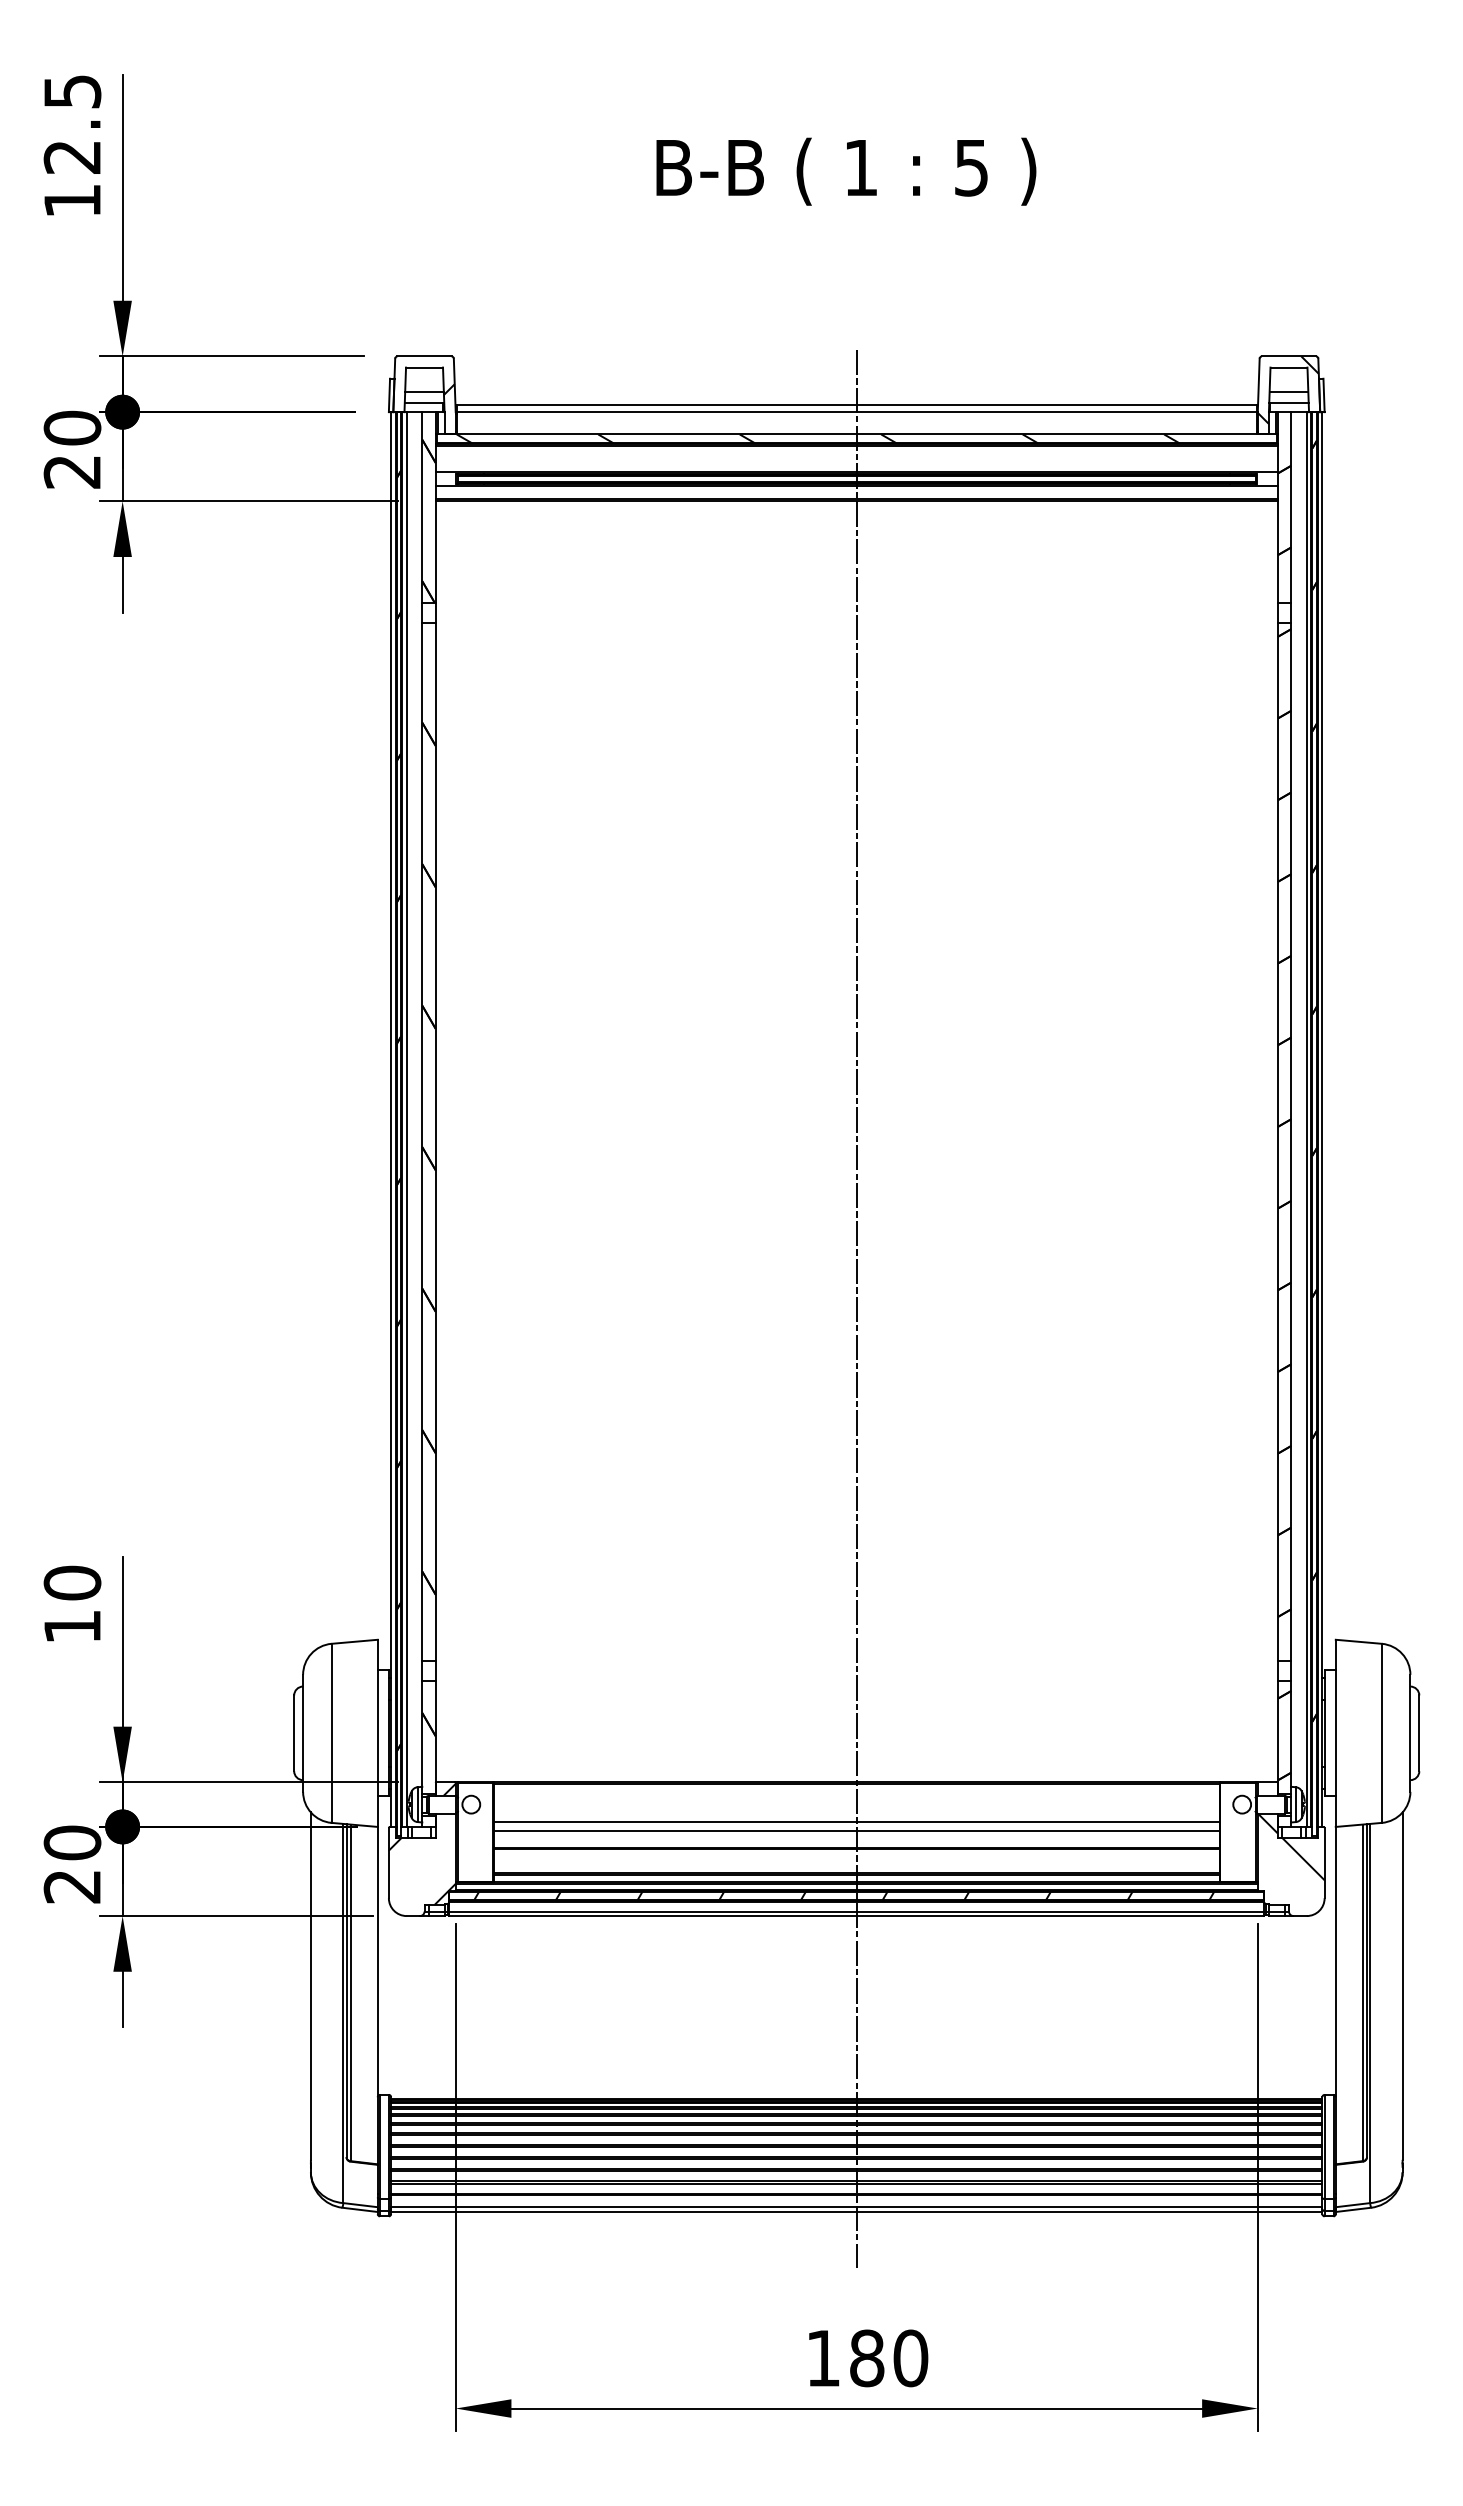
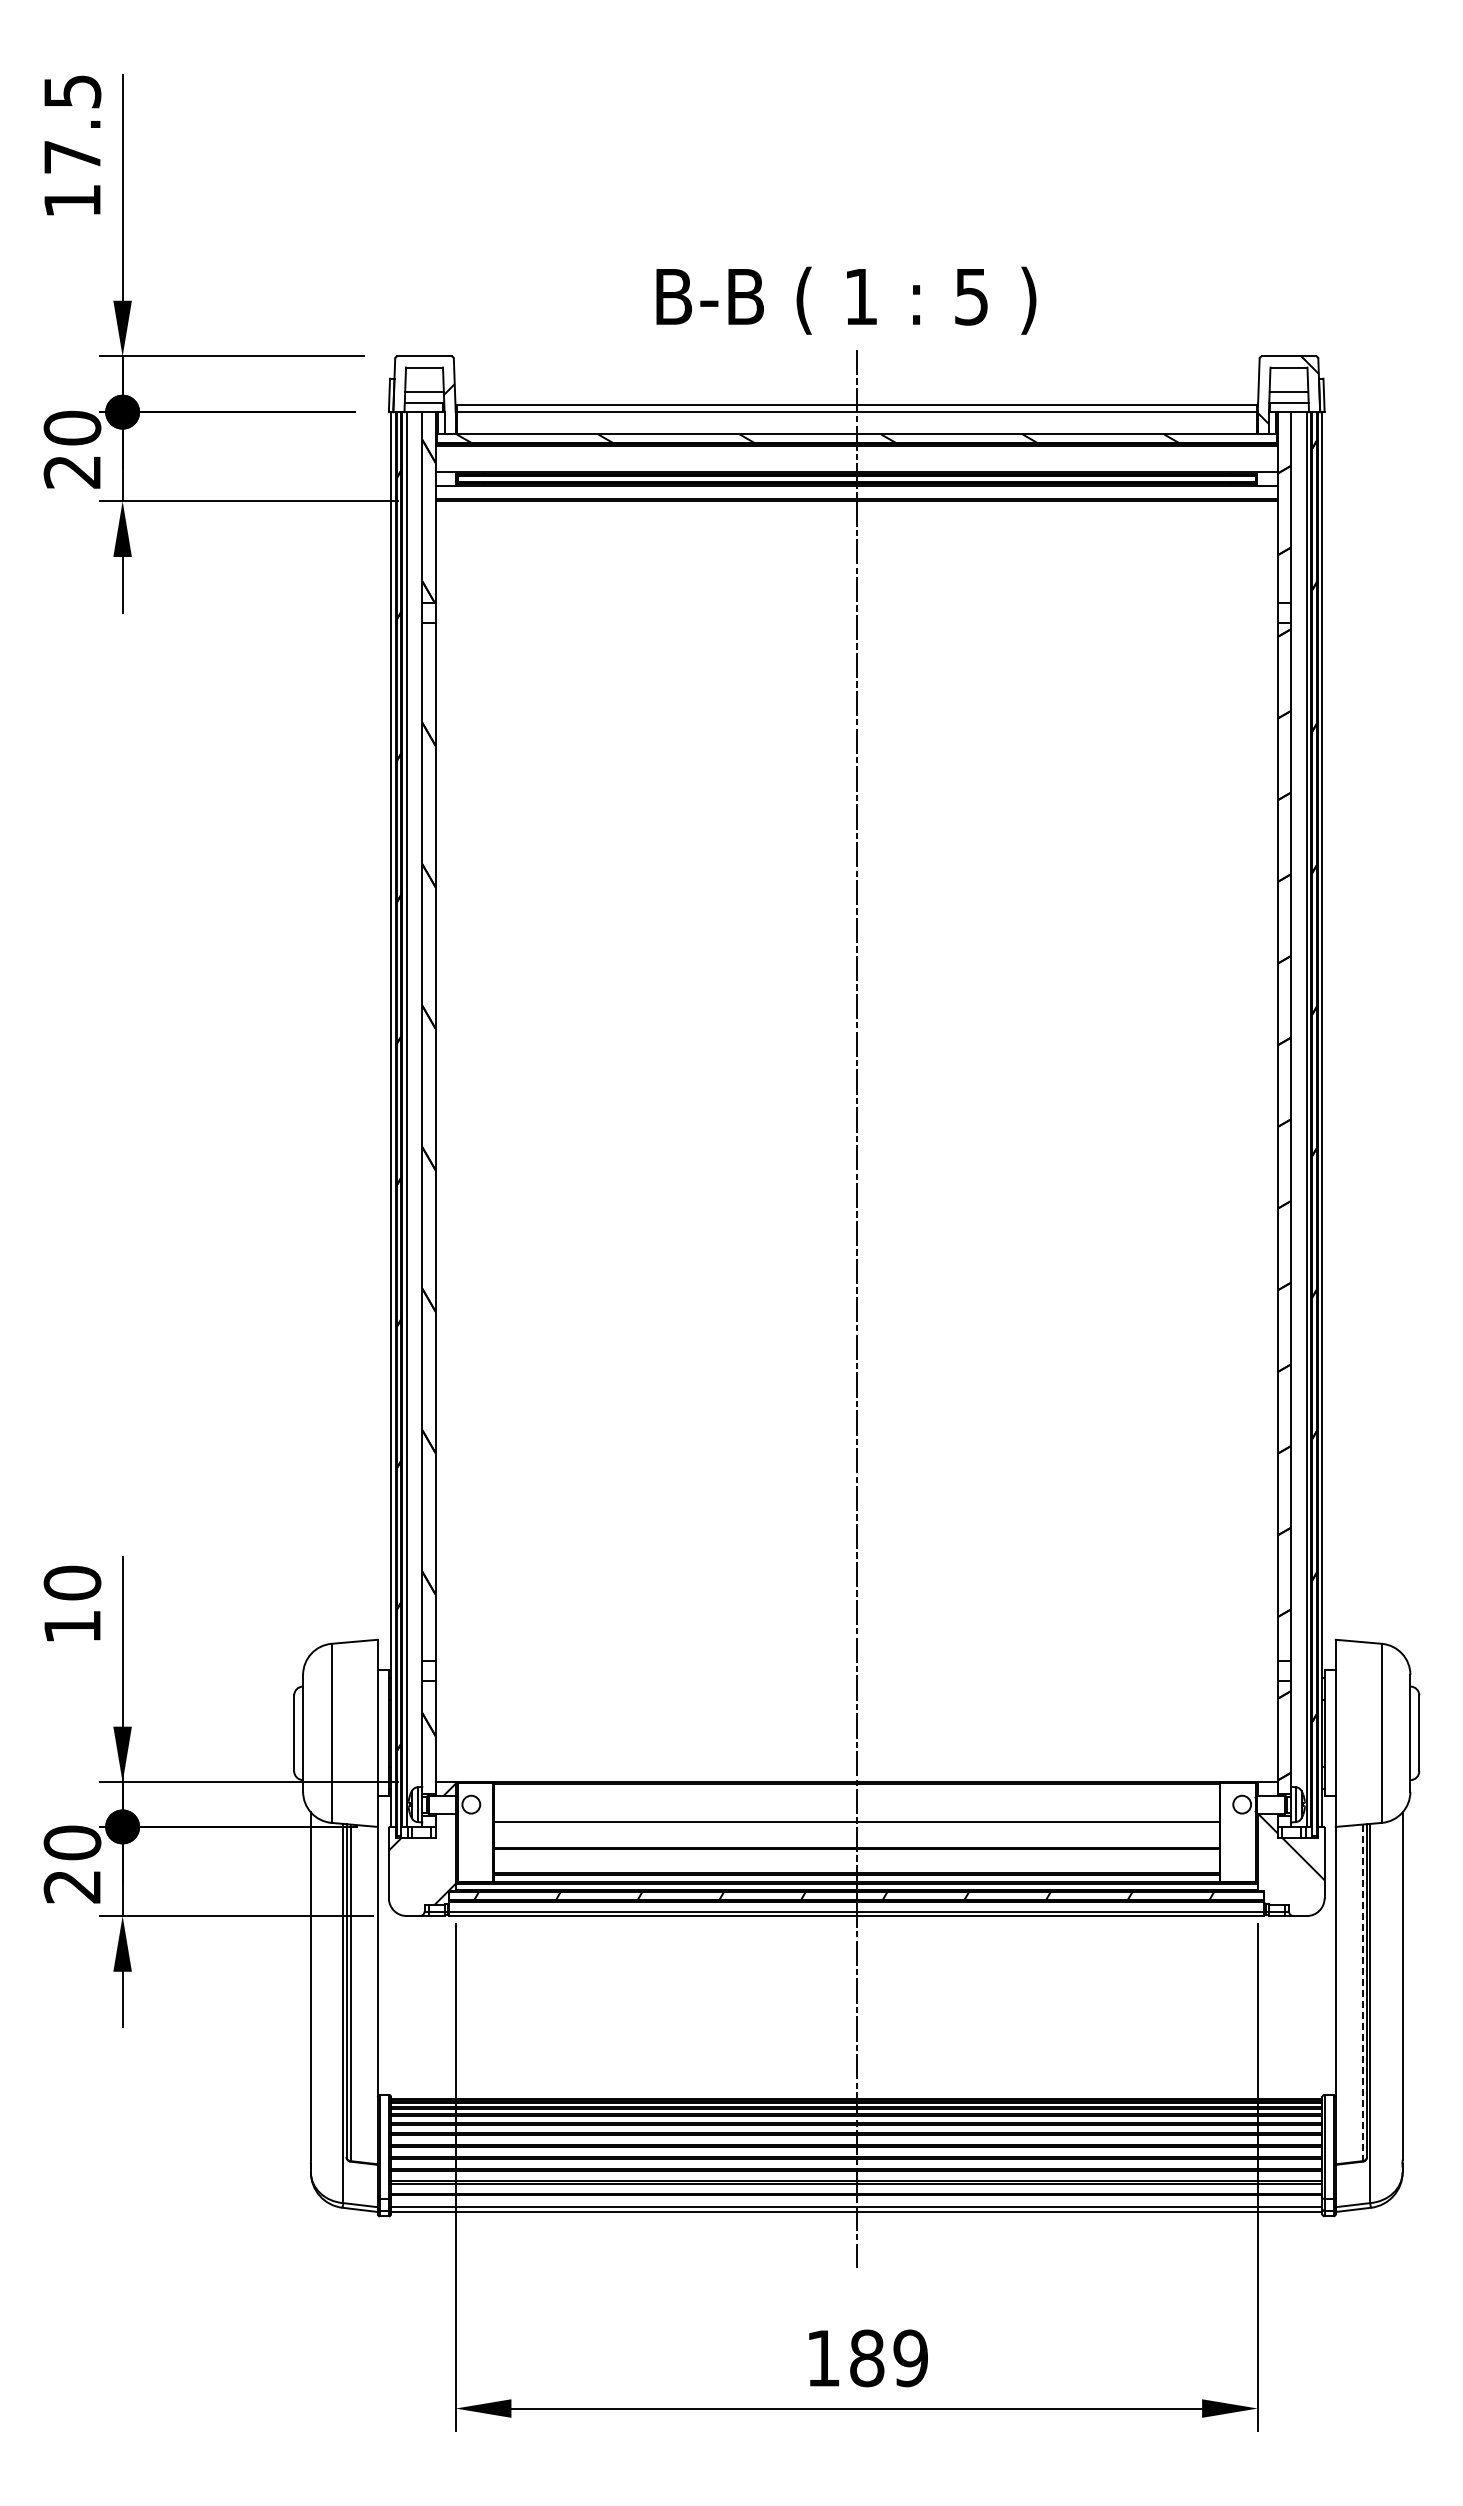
text at (71, 157): 12.5 -> 17.5
text at (846, 171) position: (846, 171) -> (846, 300)
line at (856, 1831): present -> none
line at (1362, 1993): solid -> dashed
text at (910, 2358): 180 -> 189
